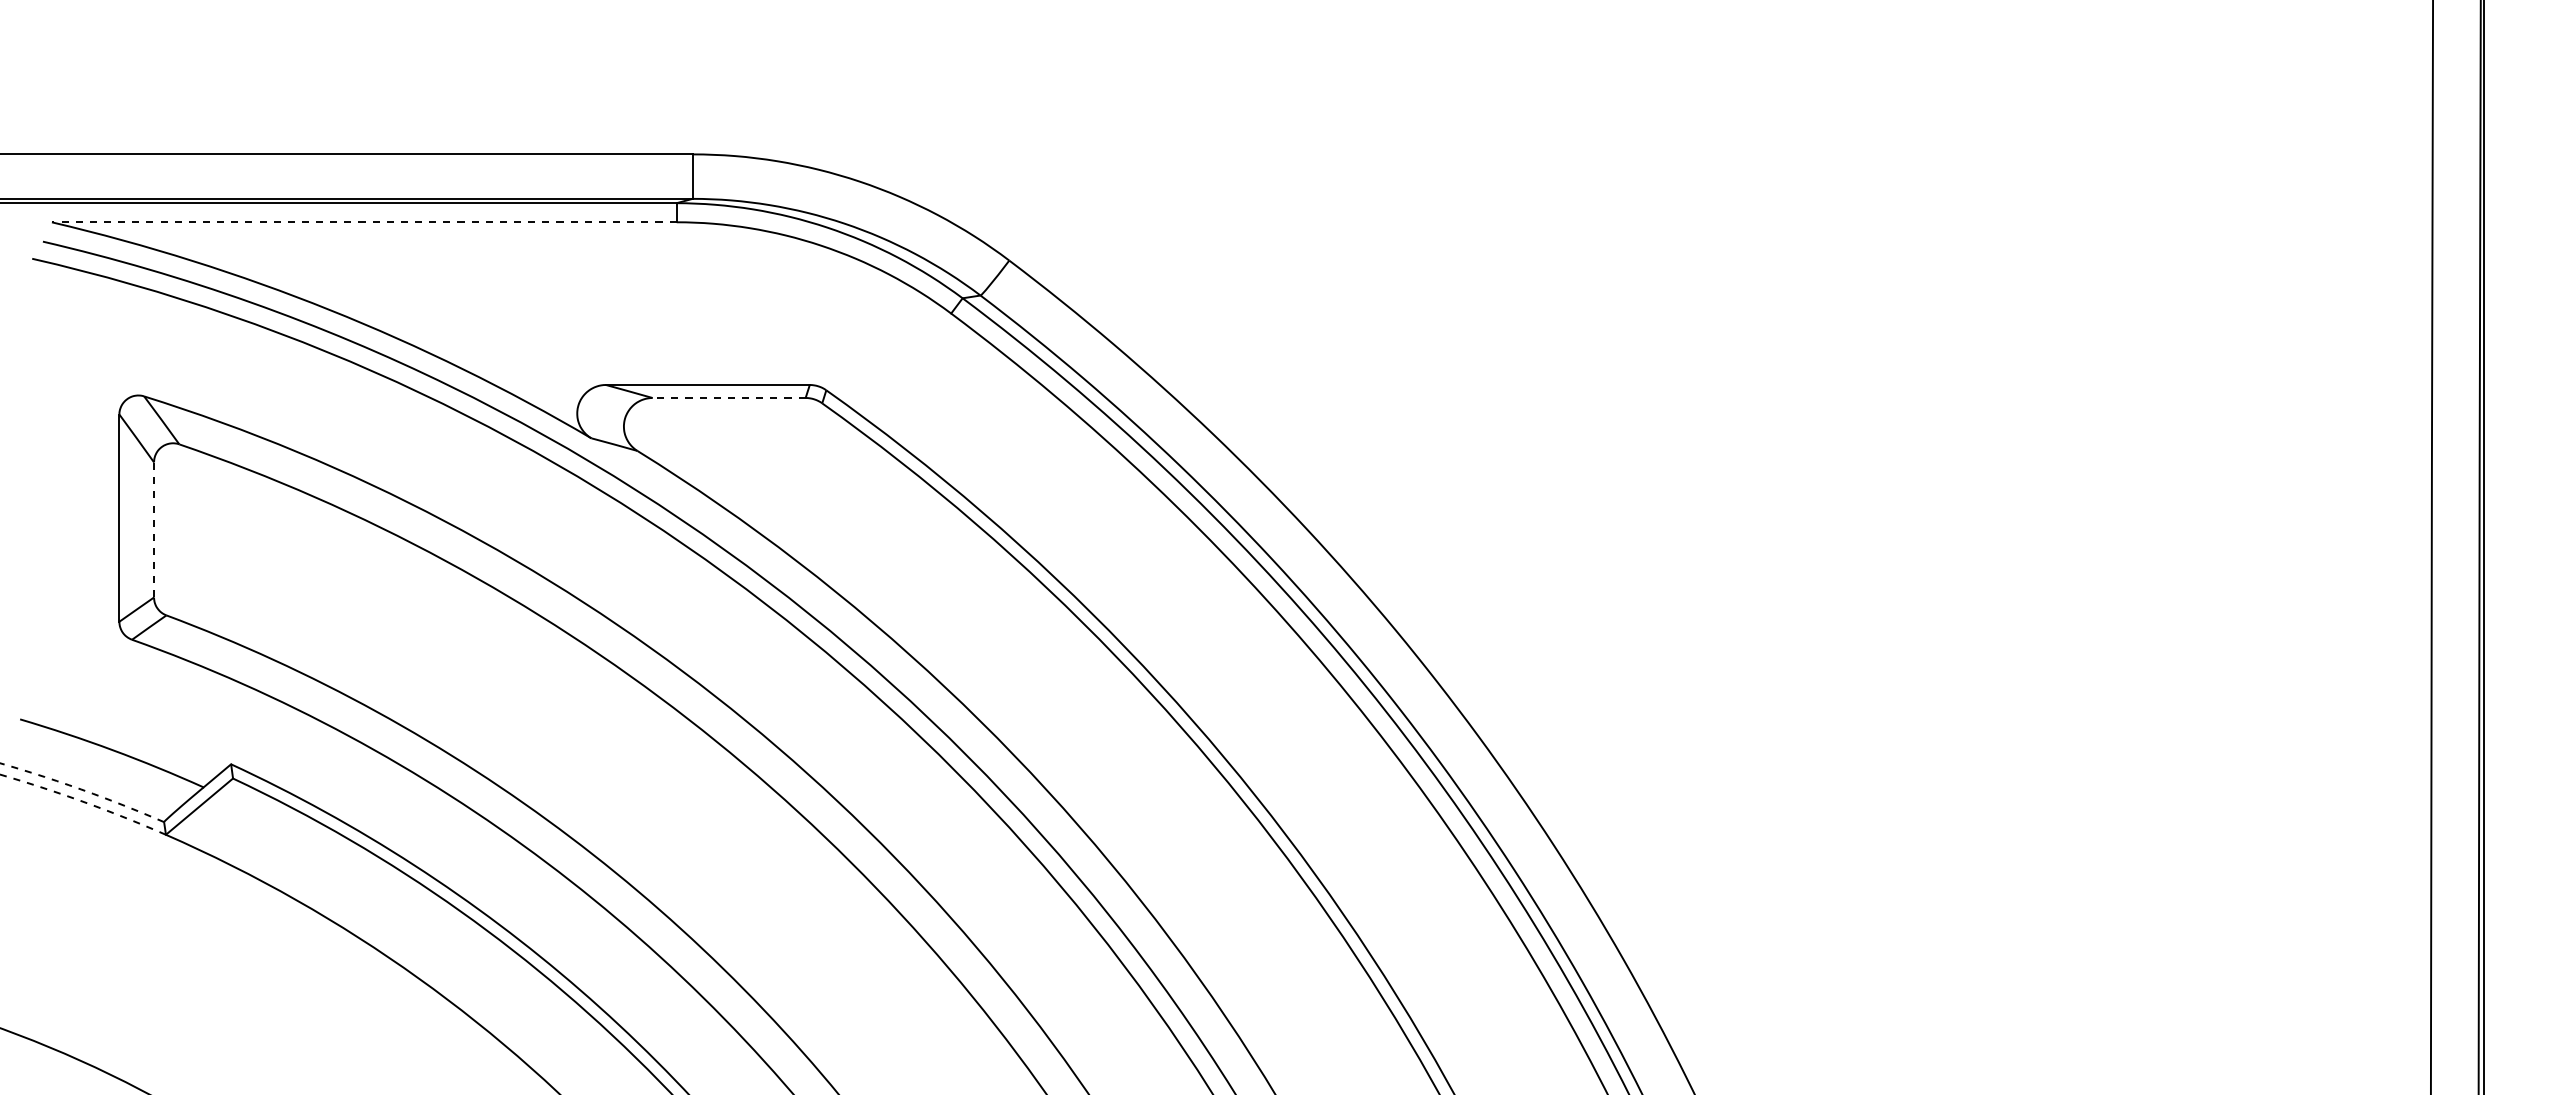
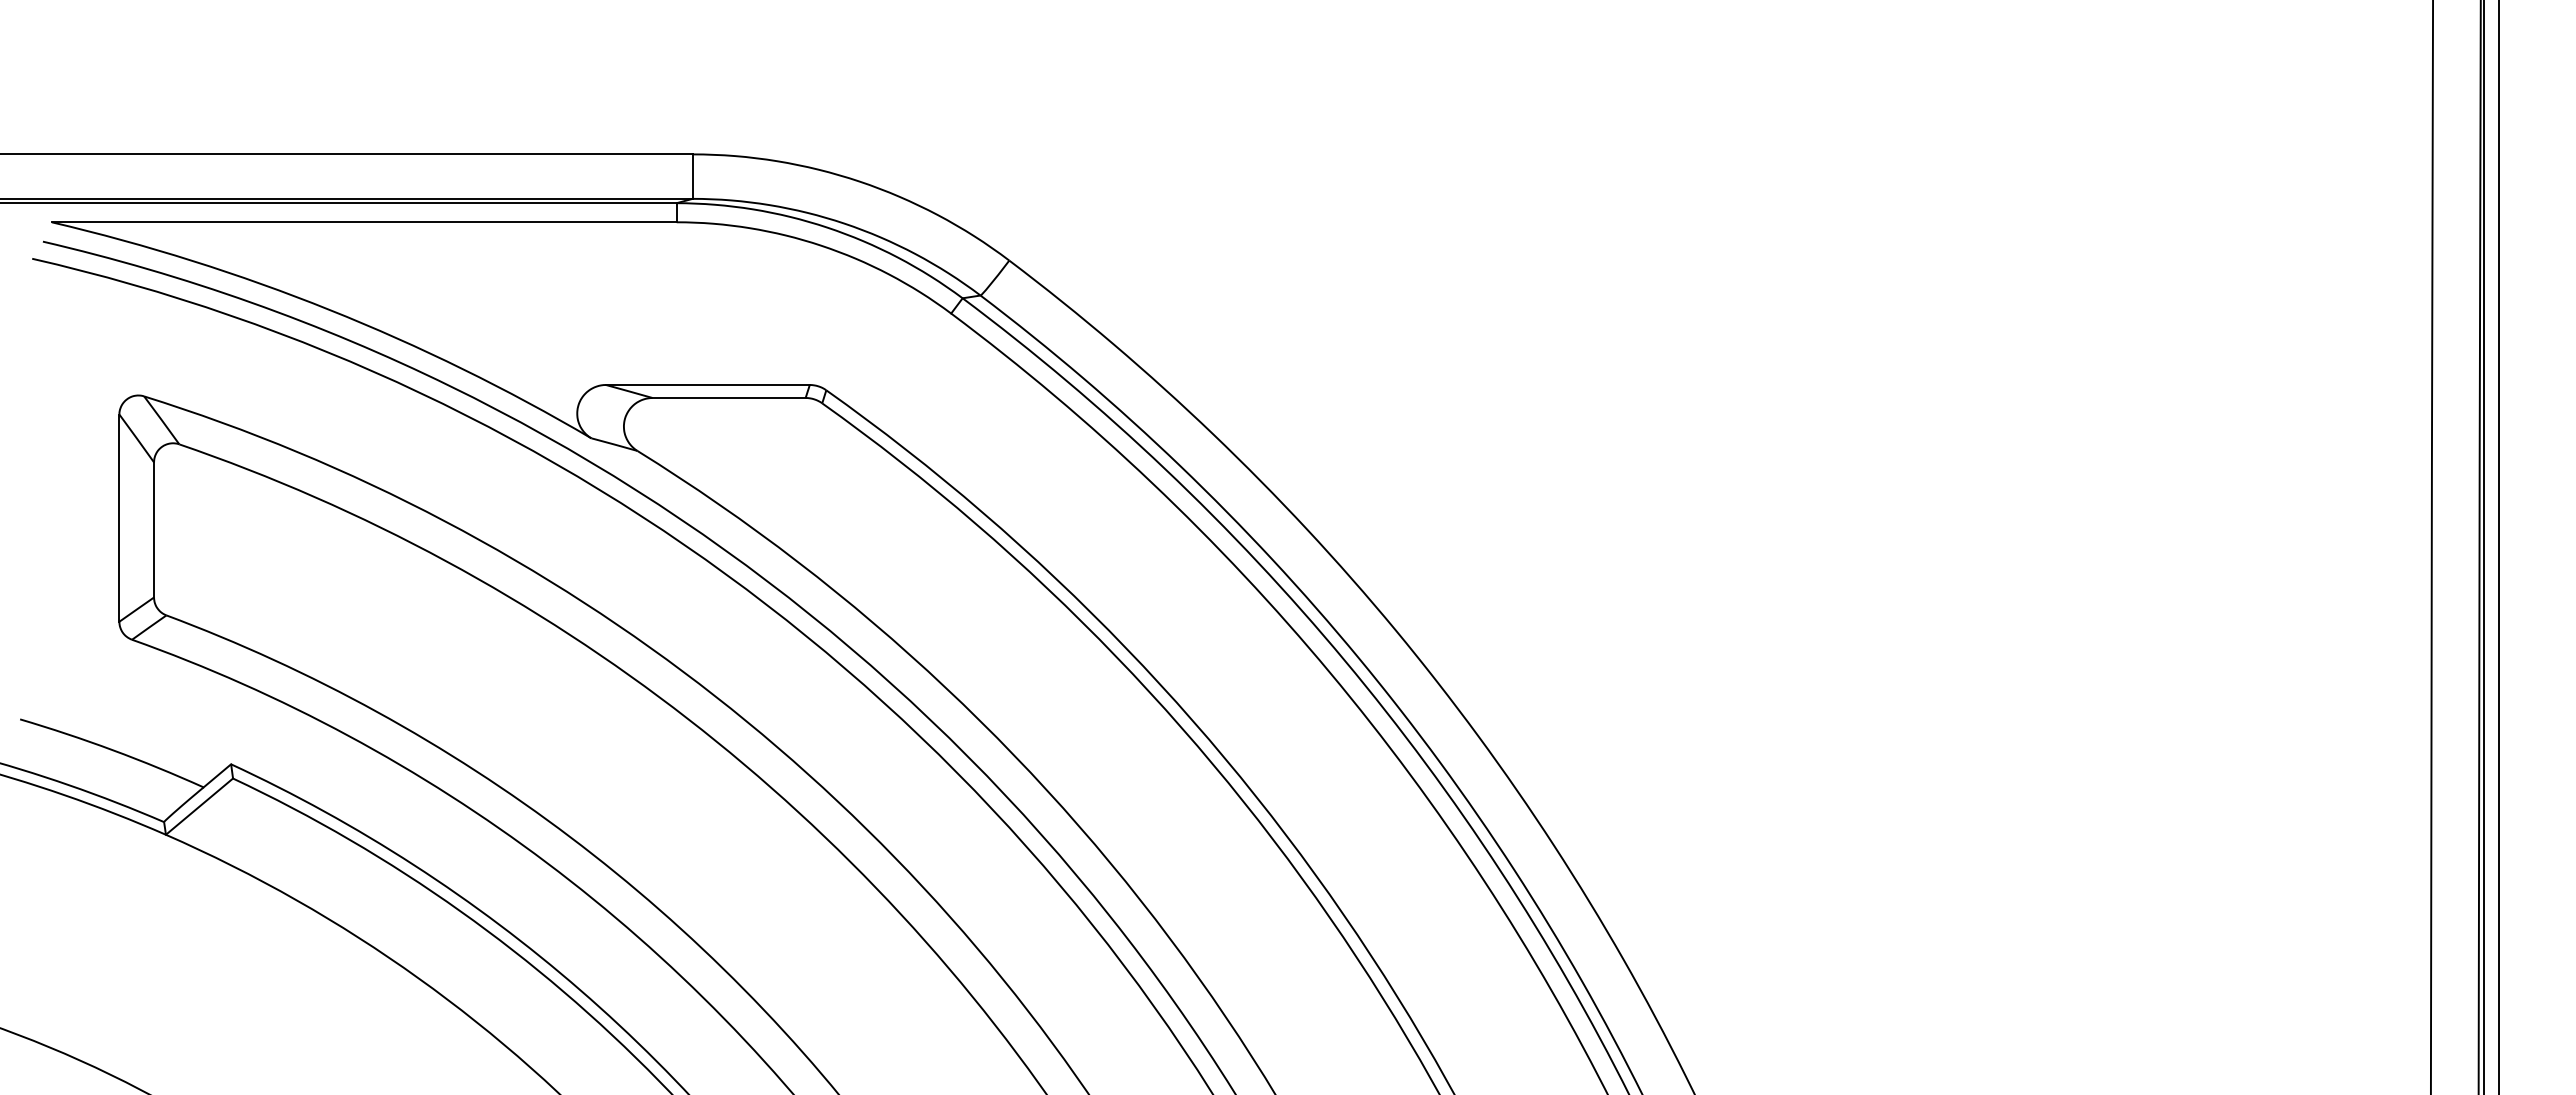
line at (363, 222): dashed -> solid
line at (729, 398): dashed -> solid
line at (154, 529): dashed -> solid
line at (2498, 546): none -> present
arc at (82, 790): dashed -> solid
arc at (83, 802): dashed -> solid
